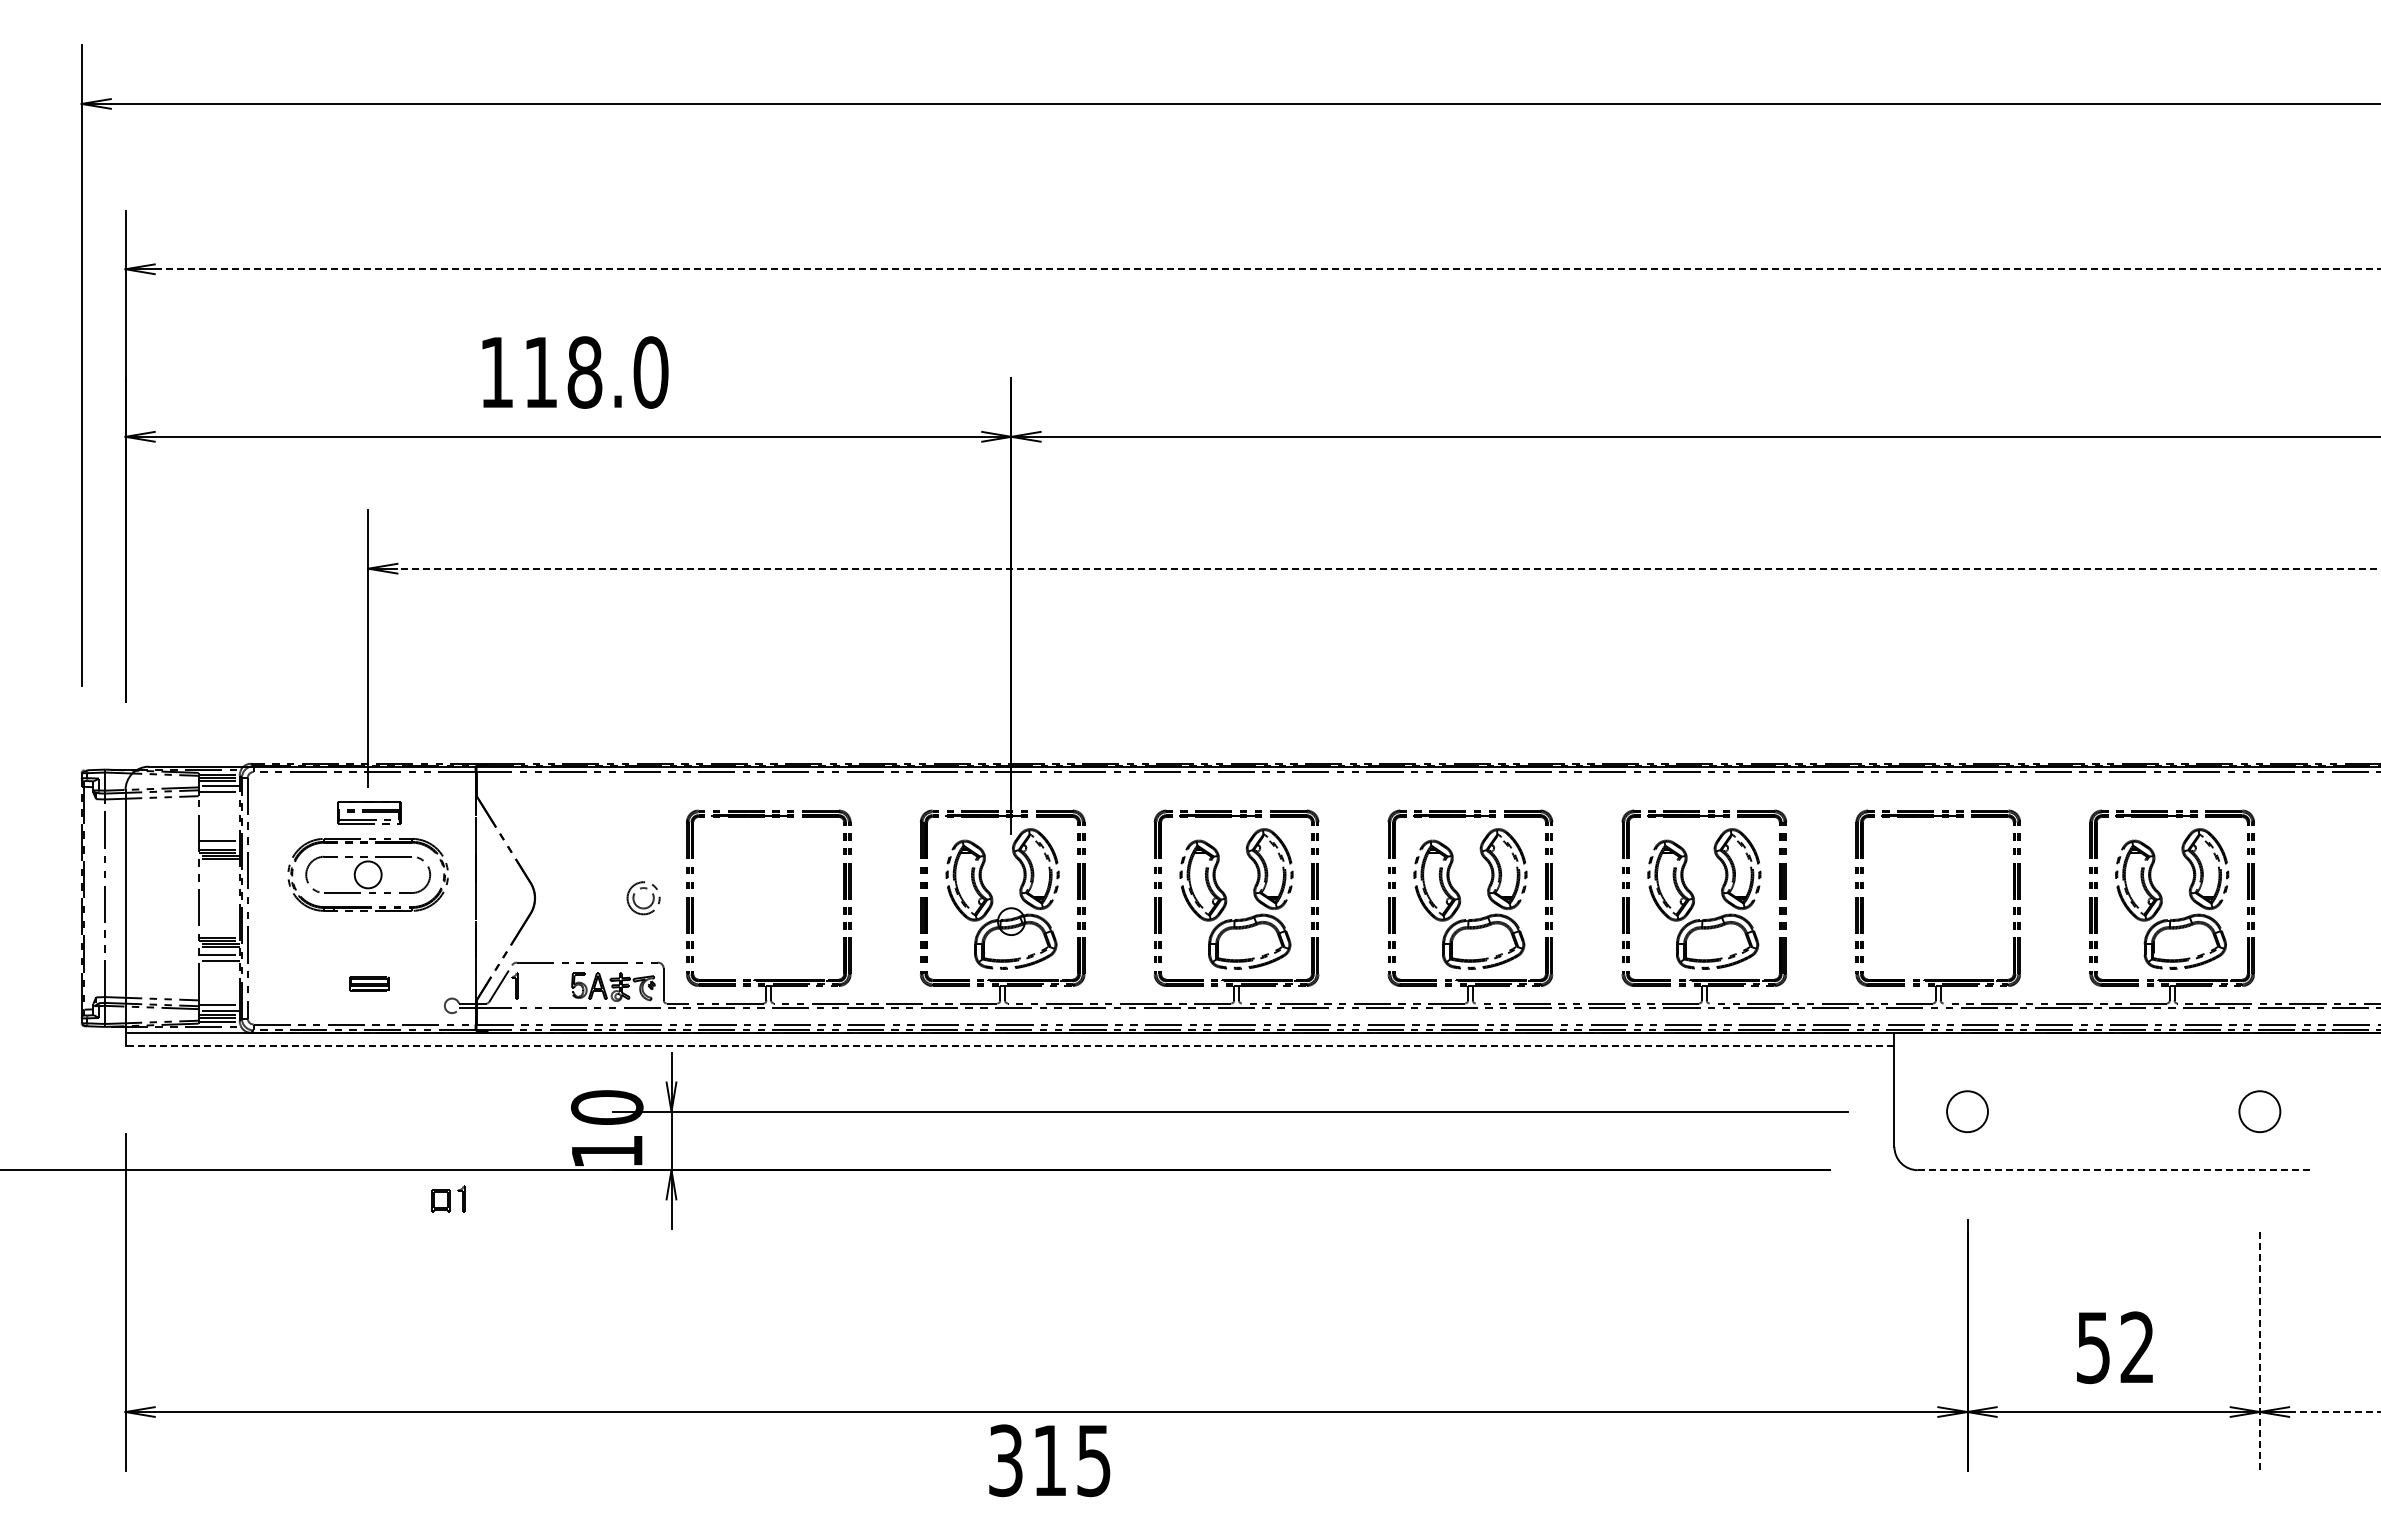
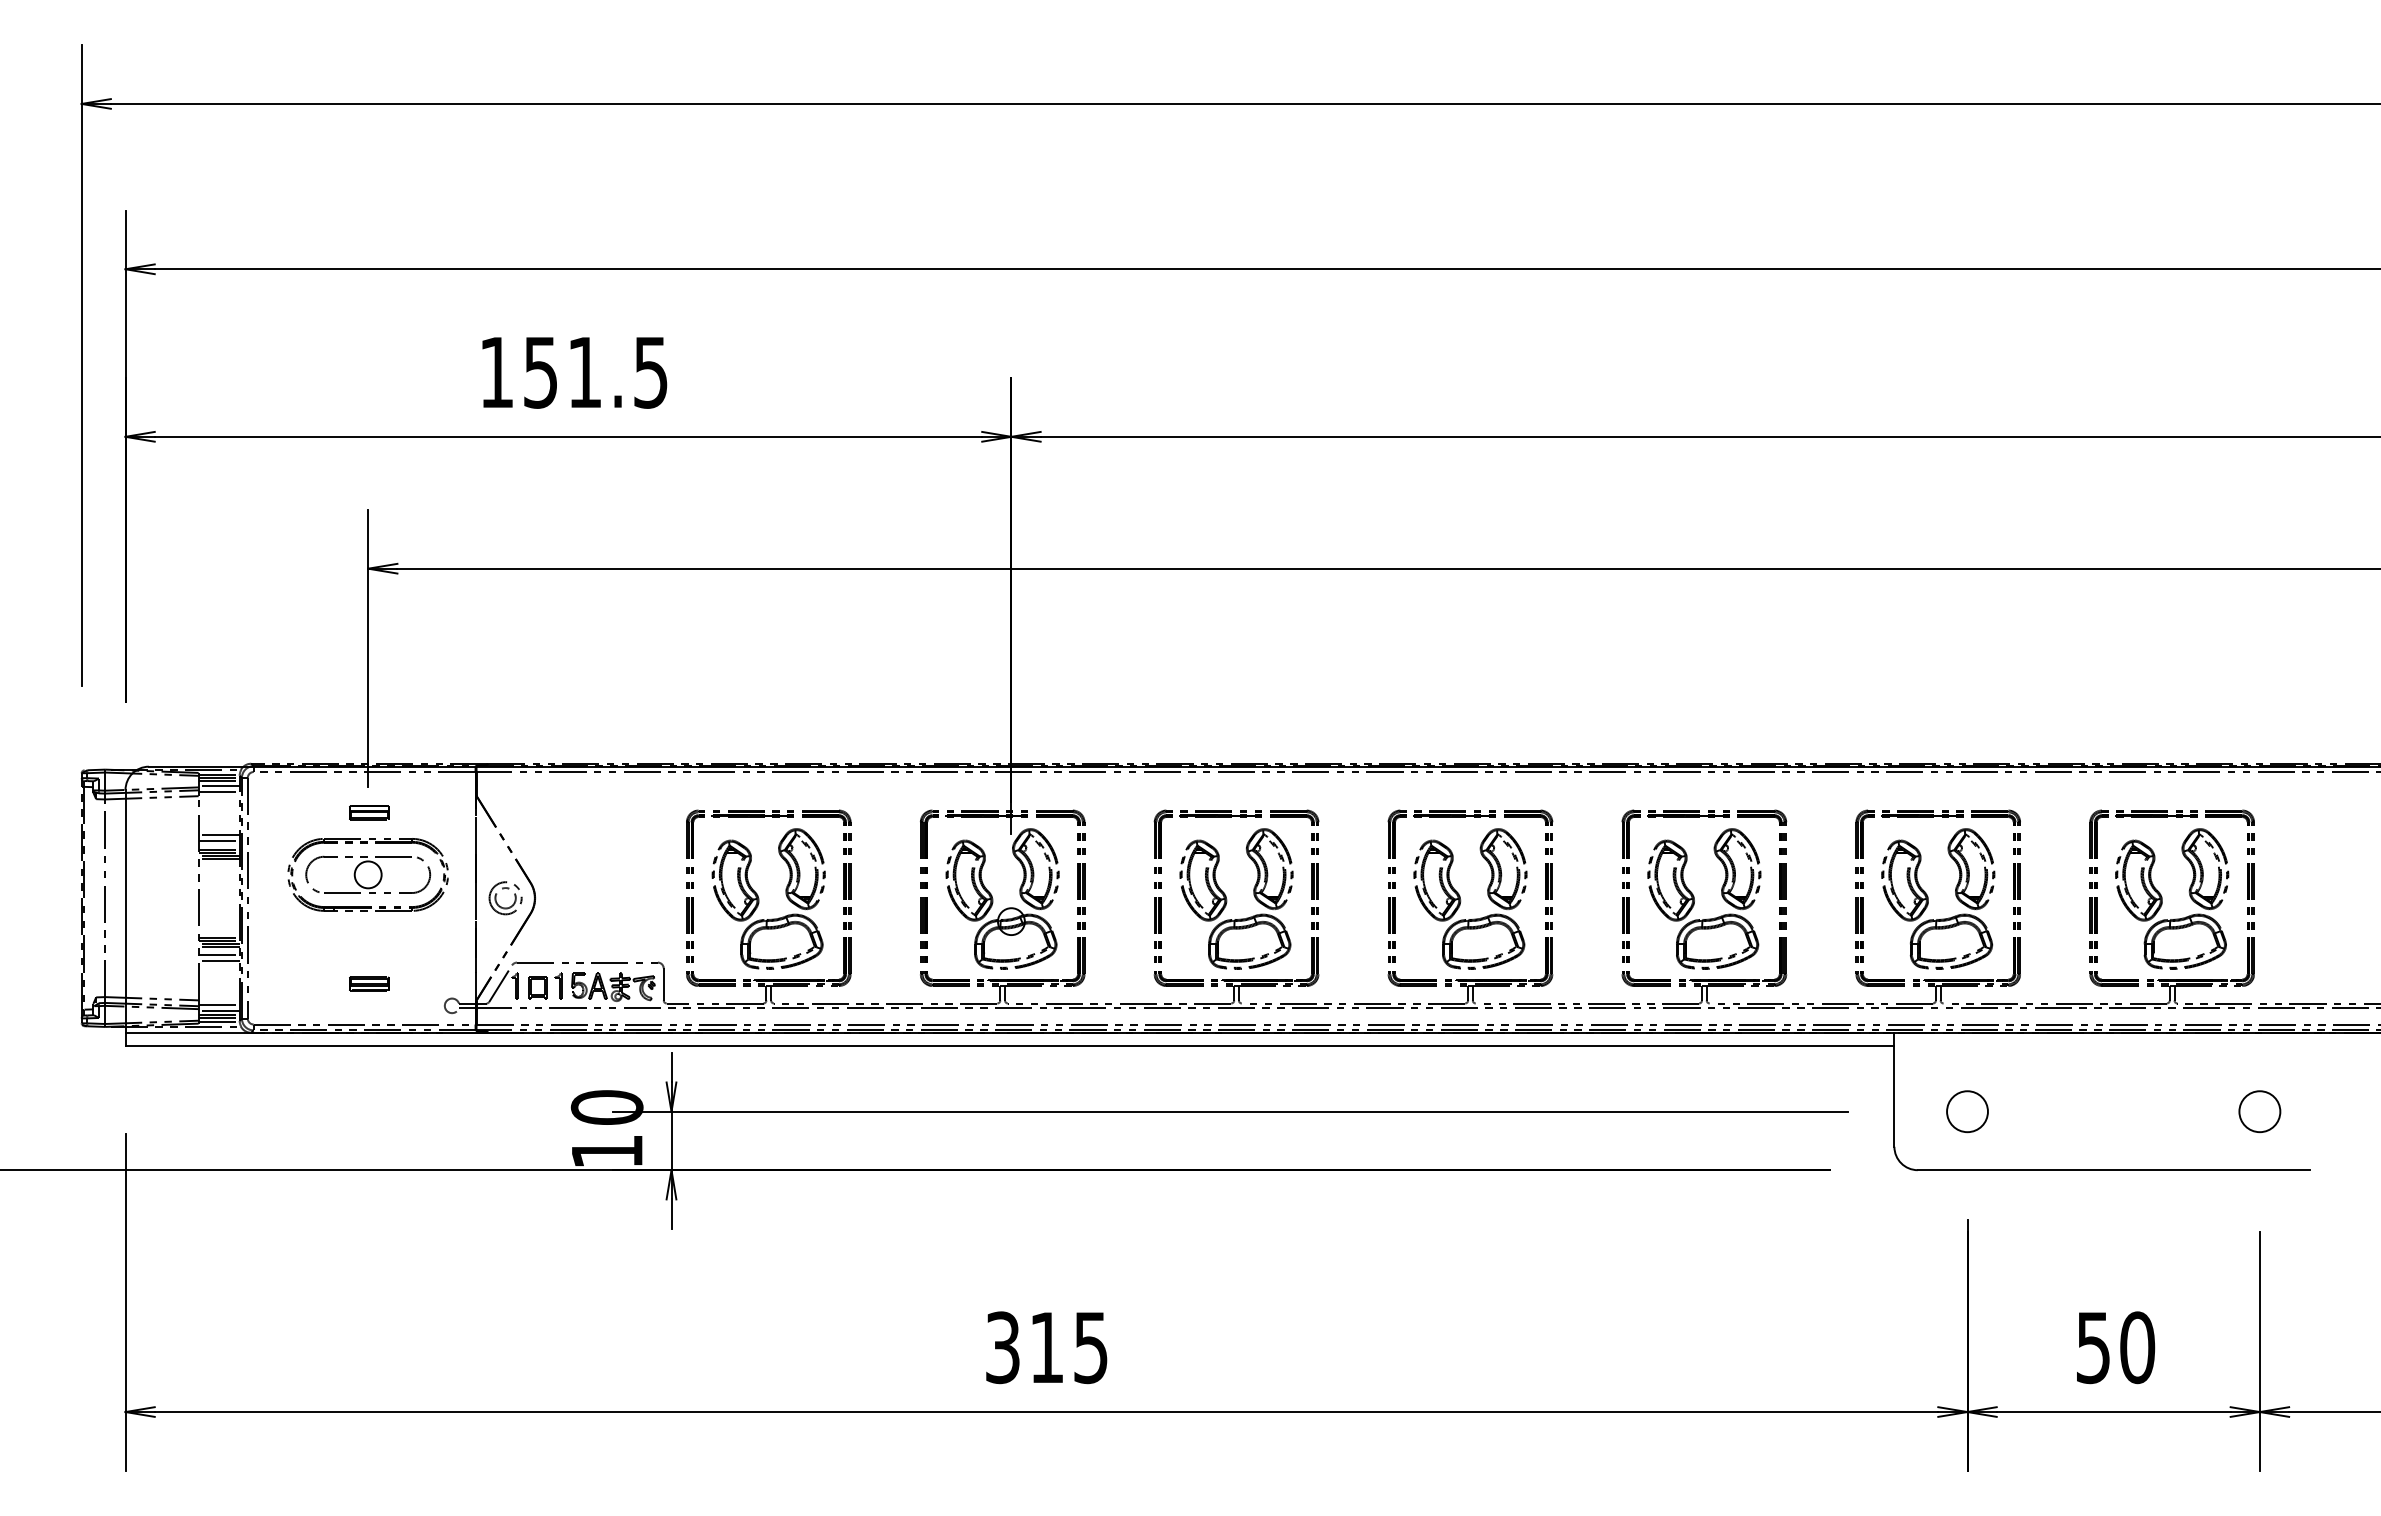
line at (1267, 269): dashed -> solid
text at (596, 372): 118.0 -> 151.5
line at (1388, 568): dashed -> solid
part at (369, 812) size: 65x24 px -> 41x16 px
line at (218, 835): none -> present
part at (635, 894) position: (635, 894) -> (497, 894)
part at (759, 898): none -> present
part at (1928, 898): none -> present
line at (1009, 1046): dashed -> solid
line at (2113, 1170): dashed -> solid
part at (448, 1198) position: (448, 1198) -> (545, 985)
text at (2137, 1347): 52 -> 50
line at (2259, 1351): dashed -> solid
line at (2335, 1412): dashed -> solid
text at (1049, 1460) position: (1049, 1460) -> (1046, 1347)
